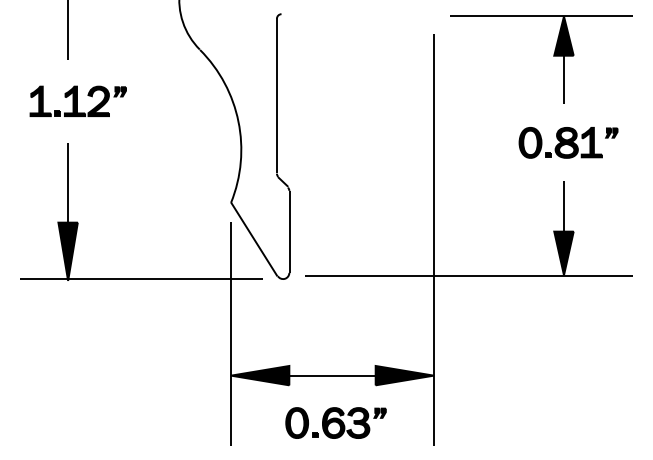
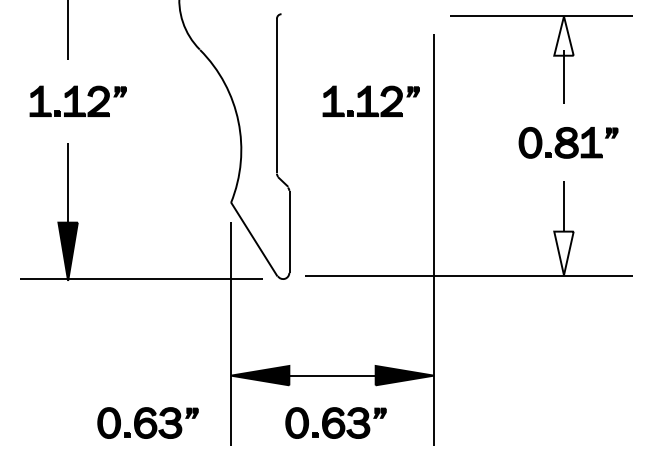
fill at (563, 35): present -> none
part at (370, 100): none -> present
fill at (563, 253): present -> none
part at (147, 422): none -> present
